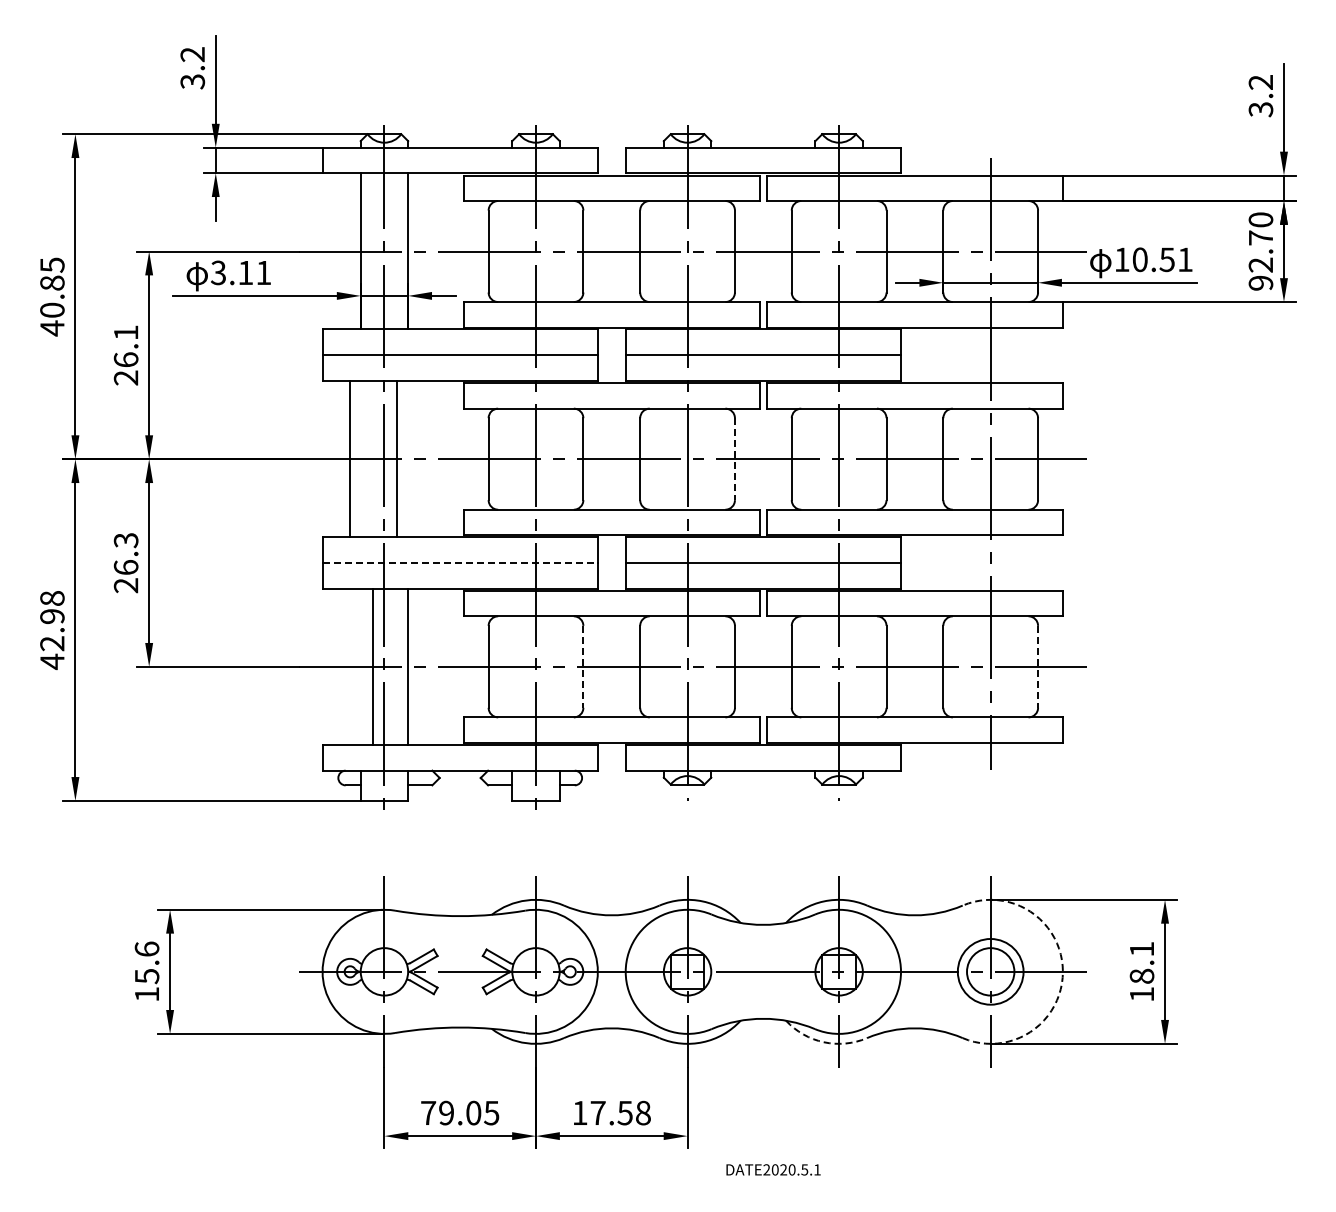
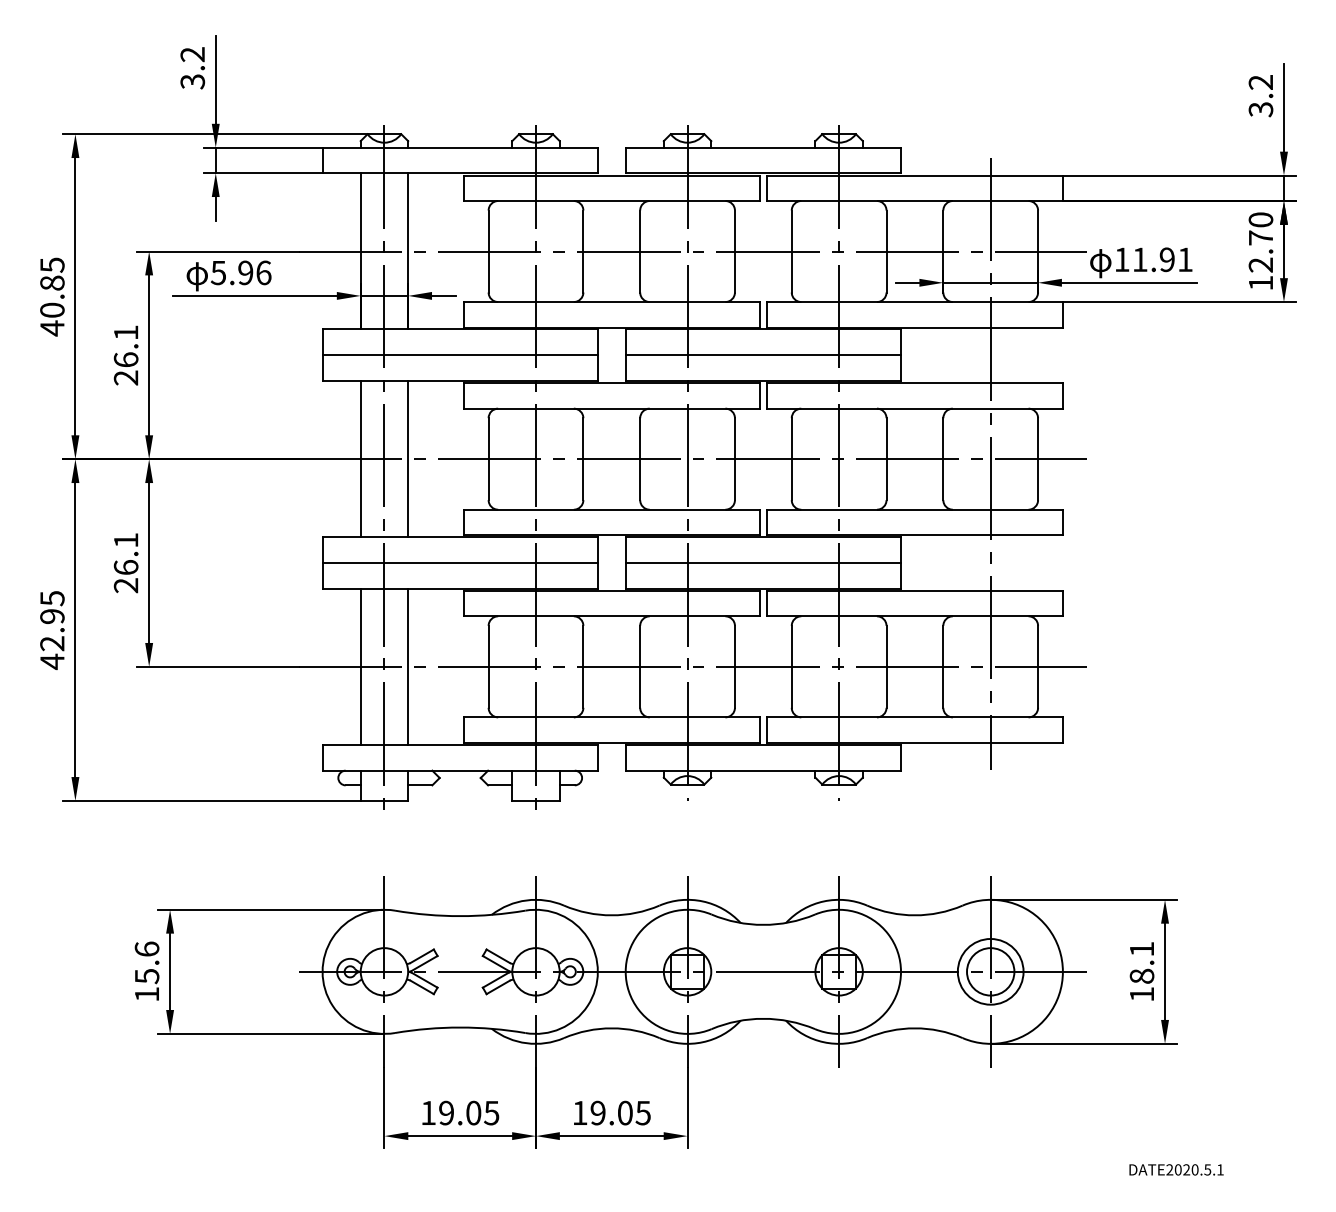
text at (1153, 259): 10.51 -> 11.91
text at (241, 272): 3.11 -> 5.96
text at (1260, 282): 92.70 -> 12.70
line at (349, 459) position: (349, 459) -> (360, 459)
line at (397, 459) position: (397, 459) -> (408, 459)
line at (734, 459): dashed -> solid
text at (125, 540): 26.3 -> 26.1
line at (460, 562): dashed -> solid
text at (52, 598): 42.98 -> 42.95
line at (372, 666) position: (372, 666) -> (360, 666)
line at (583, 666): dashed -> solid
line at (1038, 666): dashed -> solid
arc at (1062, 971): dashed -> solid
arc at (823, 1042): dashed -> solid
text at (428, 1112): 79.05 -> 19.05
text at (620, 1112): 17.58 -> 19.05
text at (773, 1169) position: (773, 1169) -> (1176, 1169)
